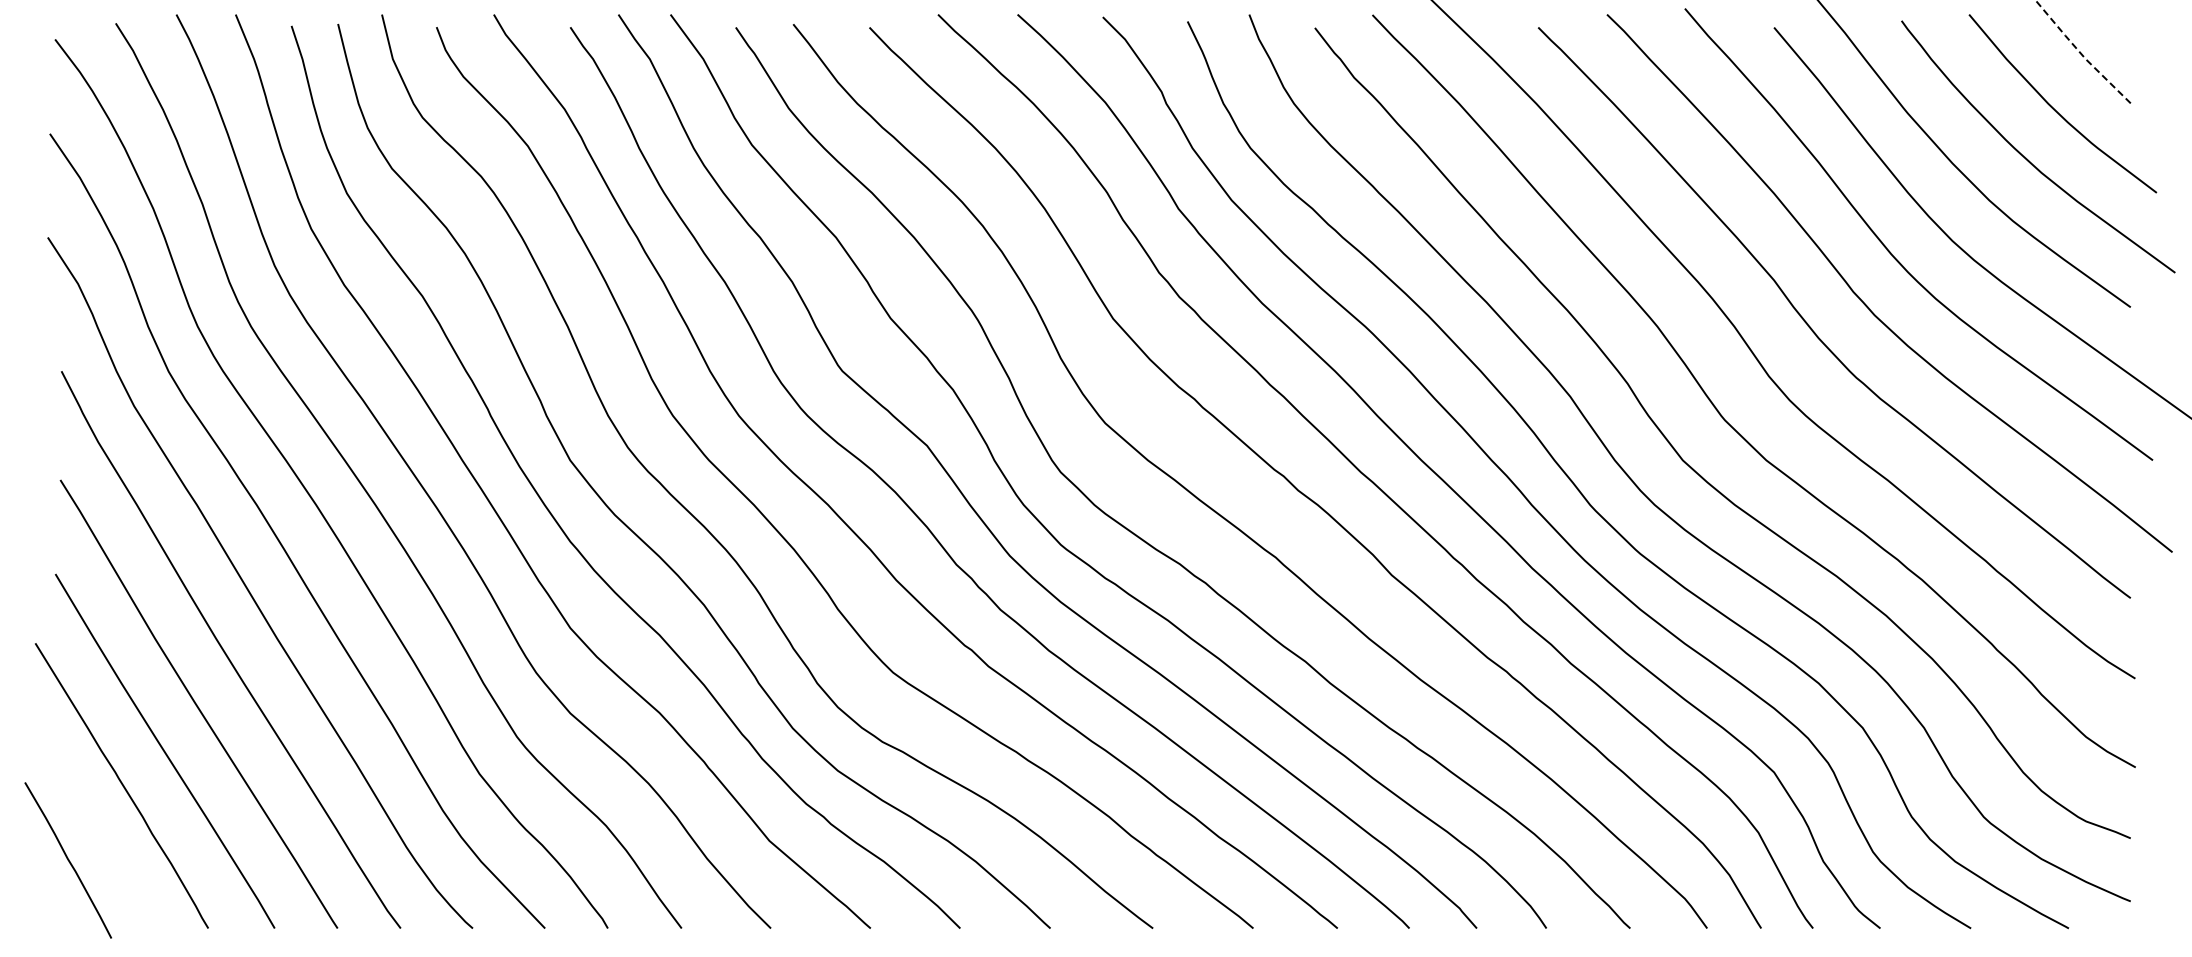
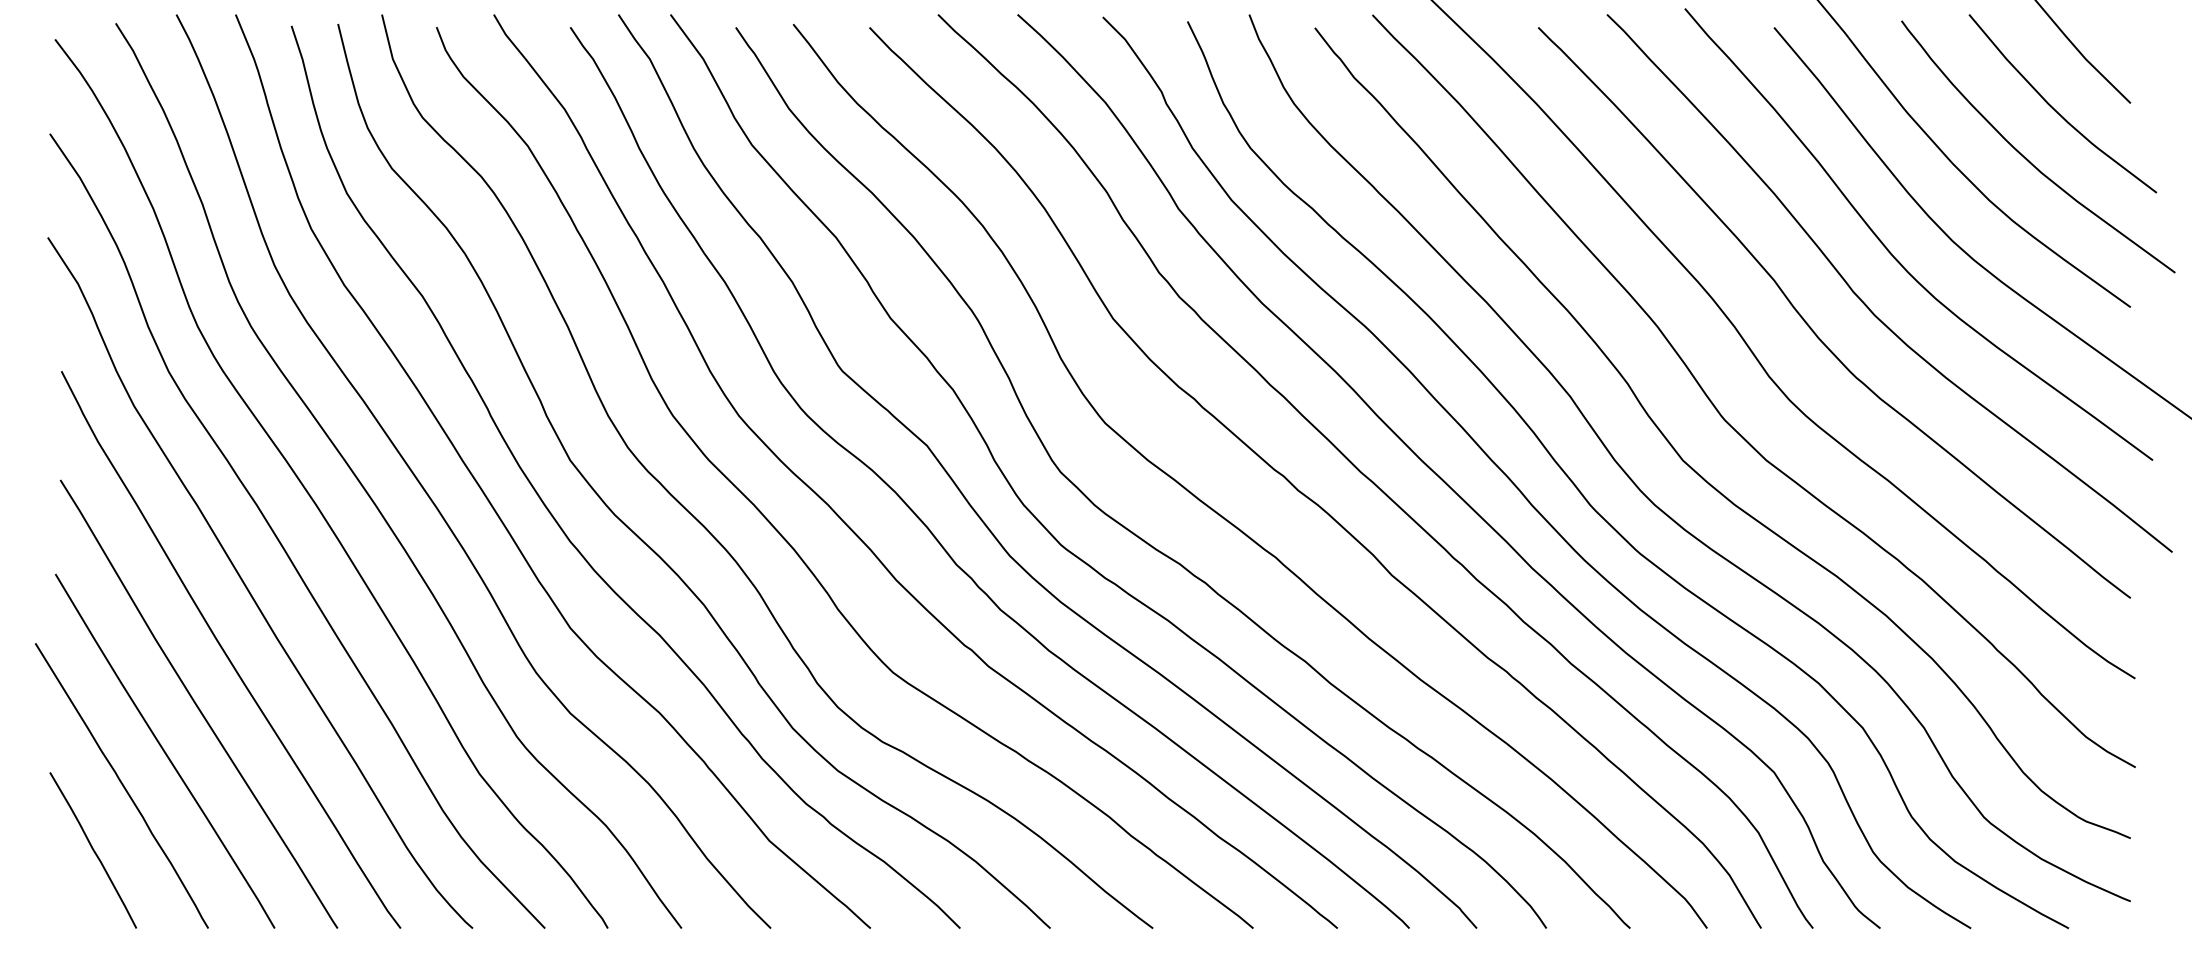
line at (2081, 54): dashed -> solid
curve at (67, 860) position: (67, 860) -> (92, 850)
